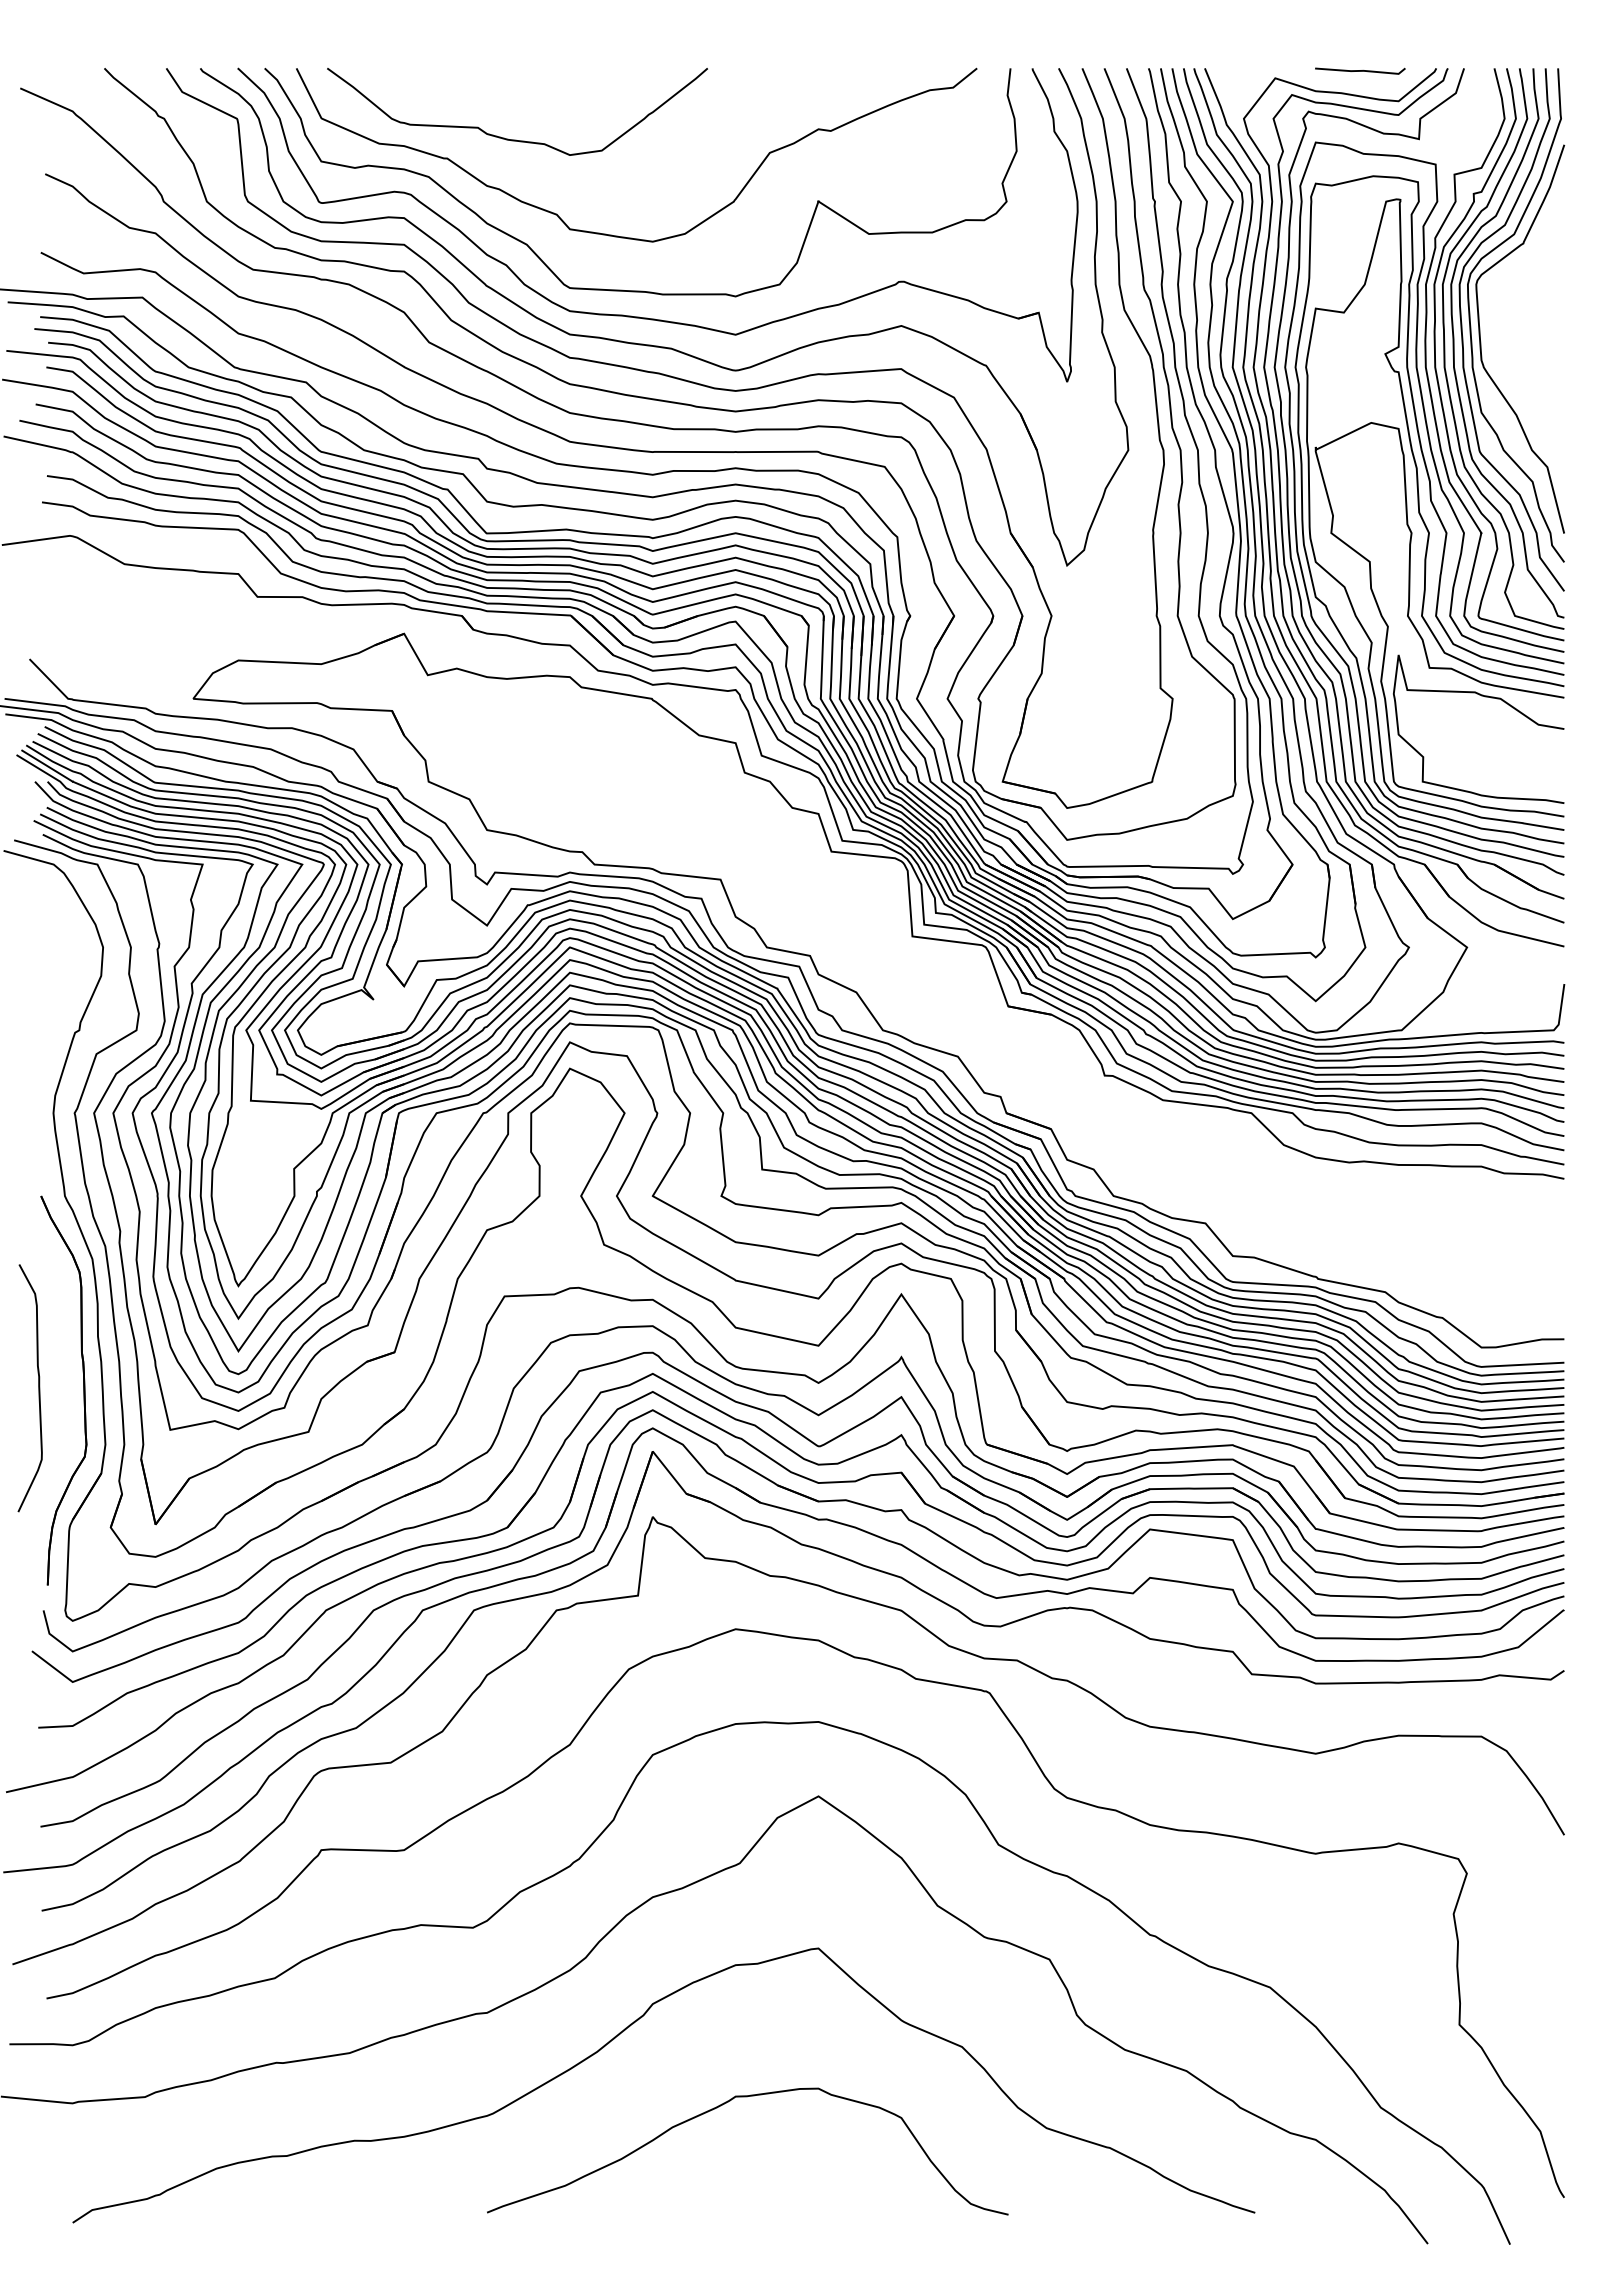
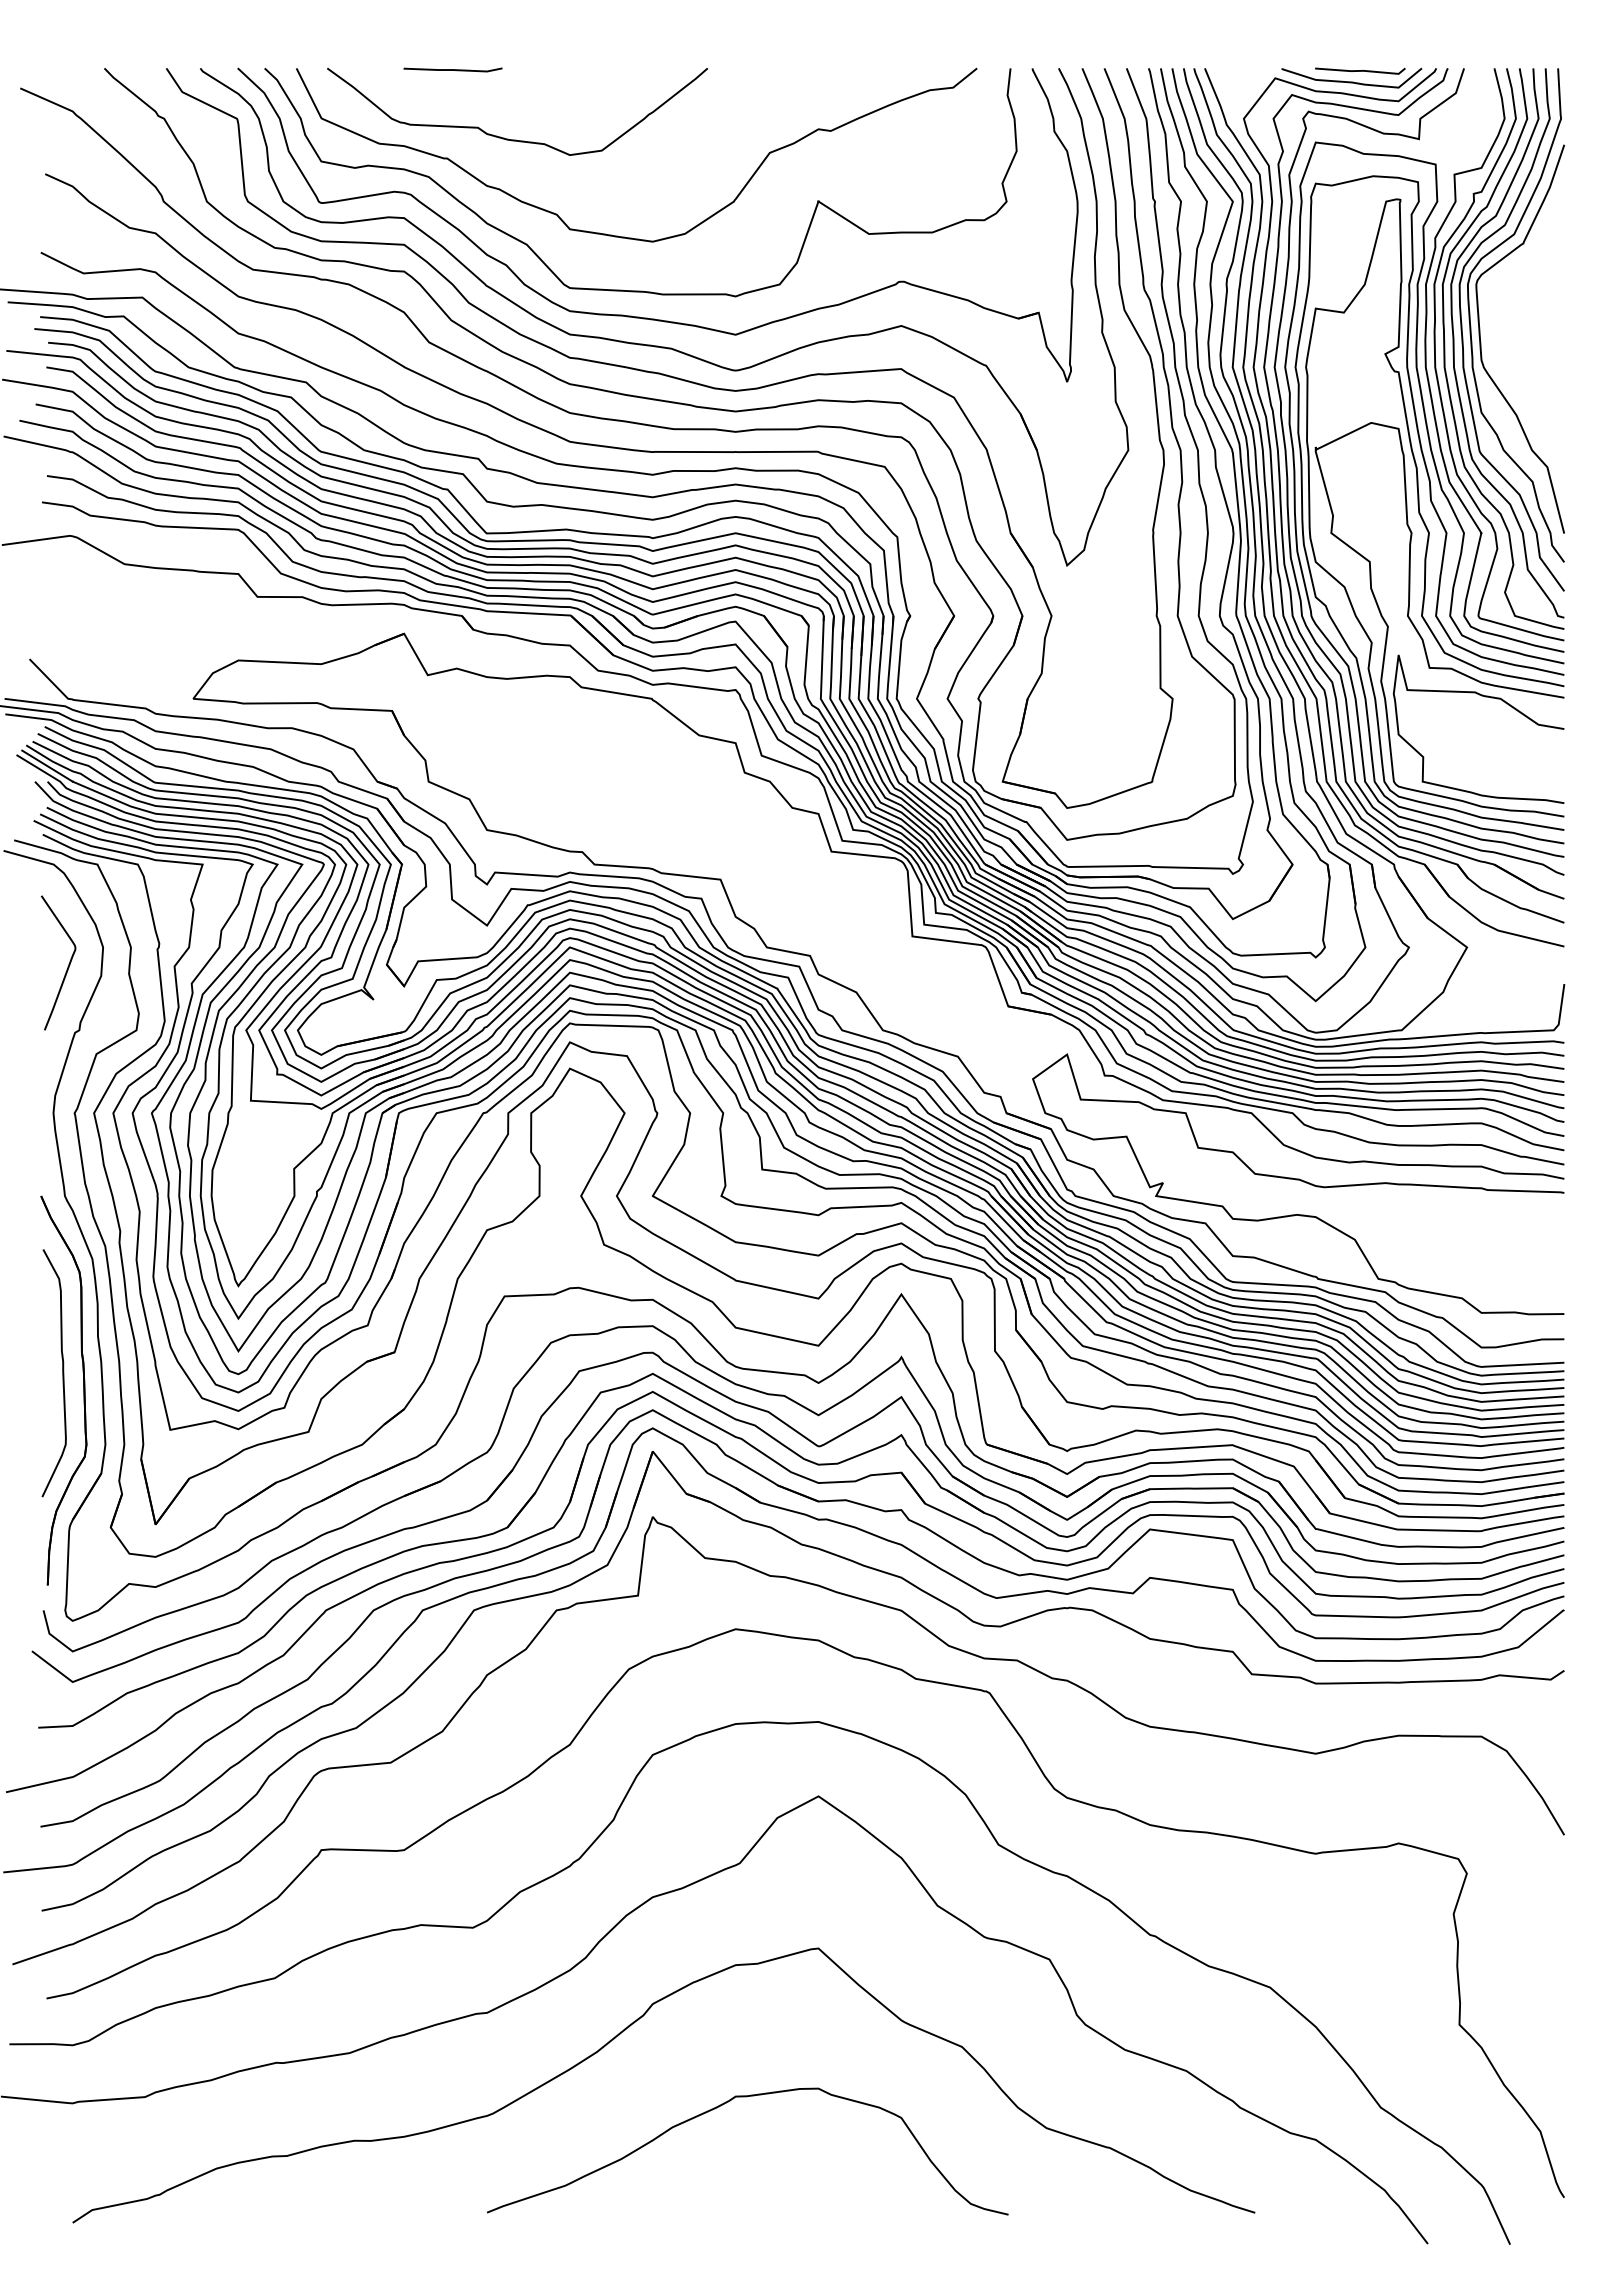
curve at (452, 69): none -> present
curve at (1351, 81): none -> present
curve at (67, 966): none -> present
curve at (1300, 1181): none -> present
curve at (38, 1388) position: (38, 1388) -> (62, 1373)
